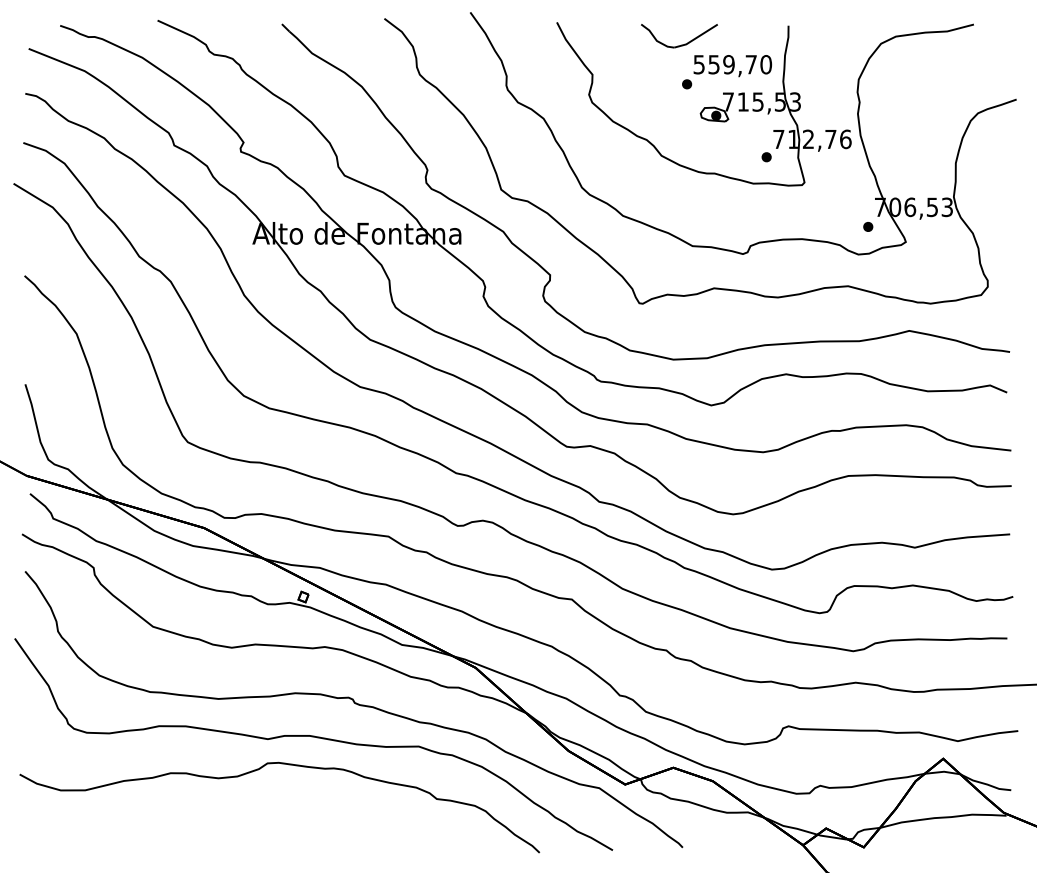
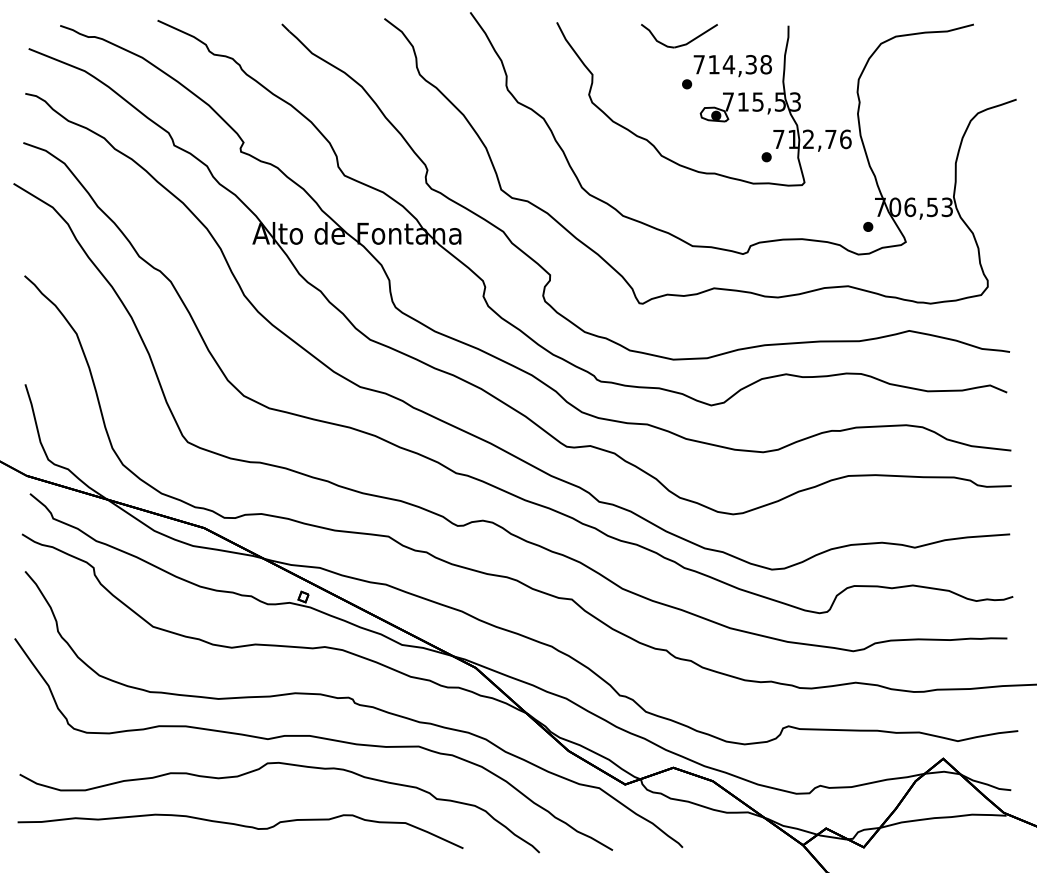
text at (732, 64): 559,70 -> 714,38
part at (240, 830): none -> present
